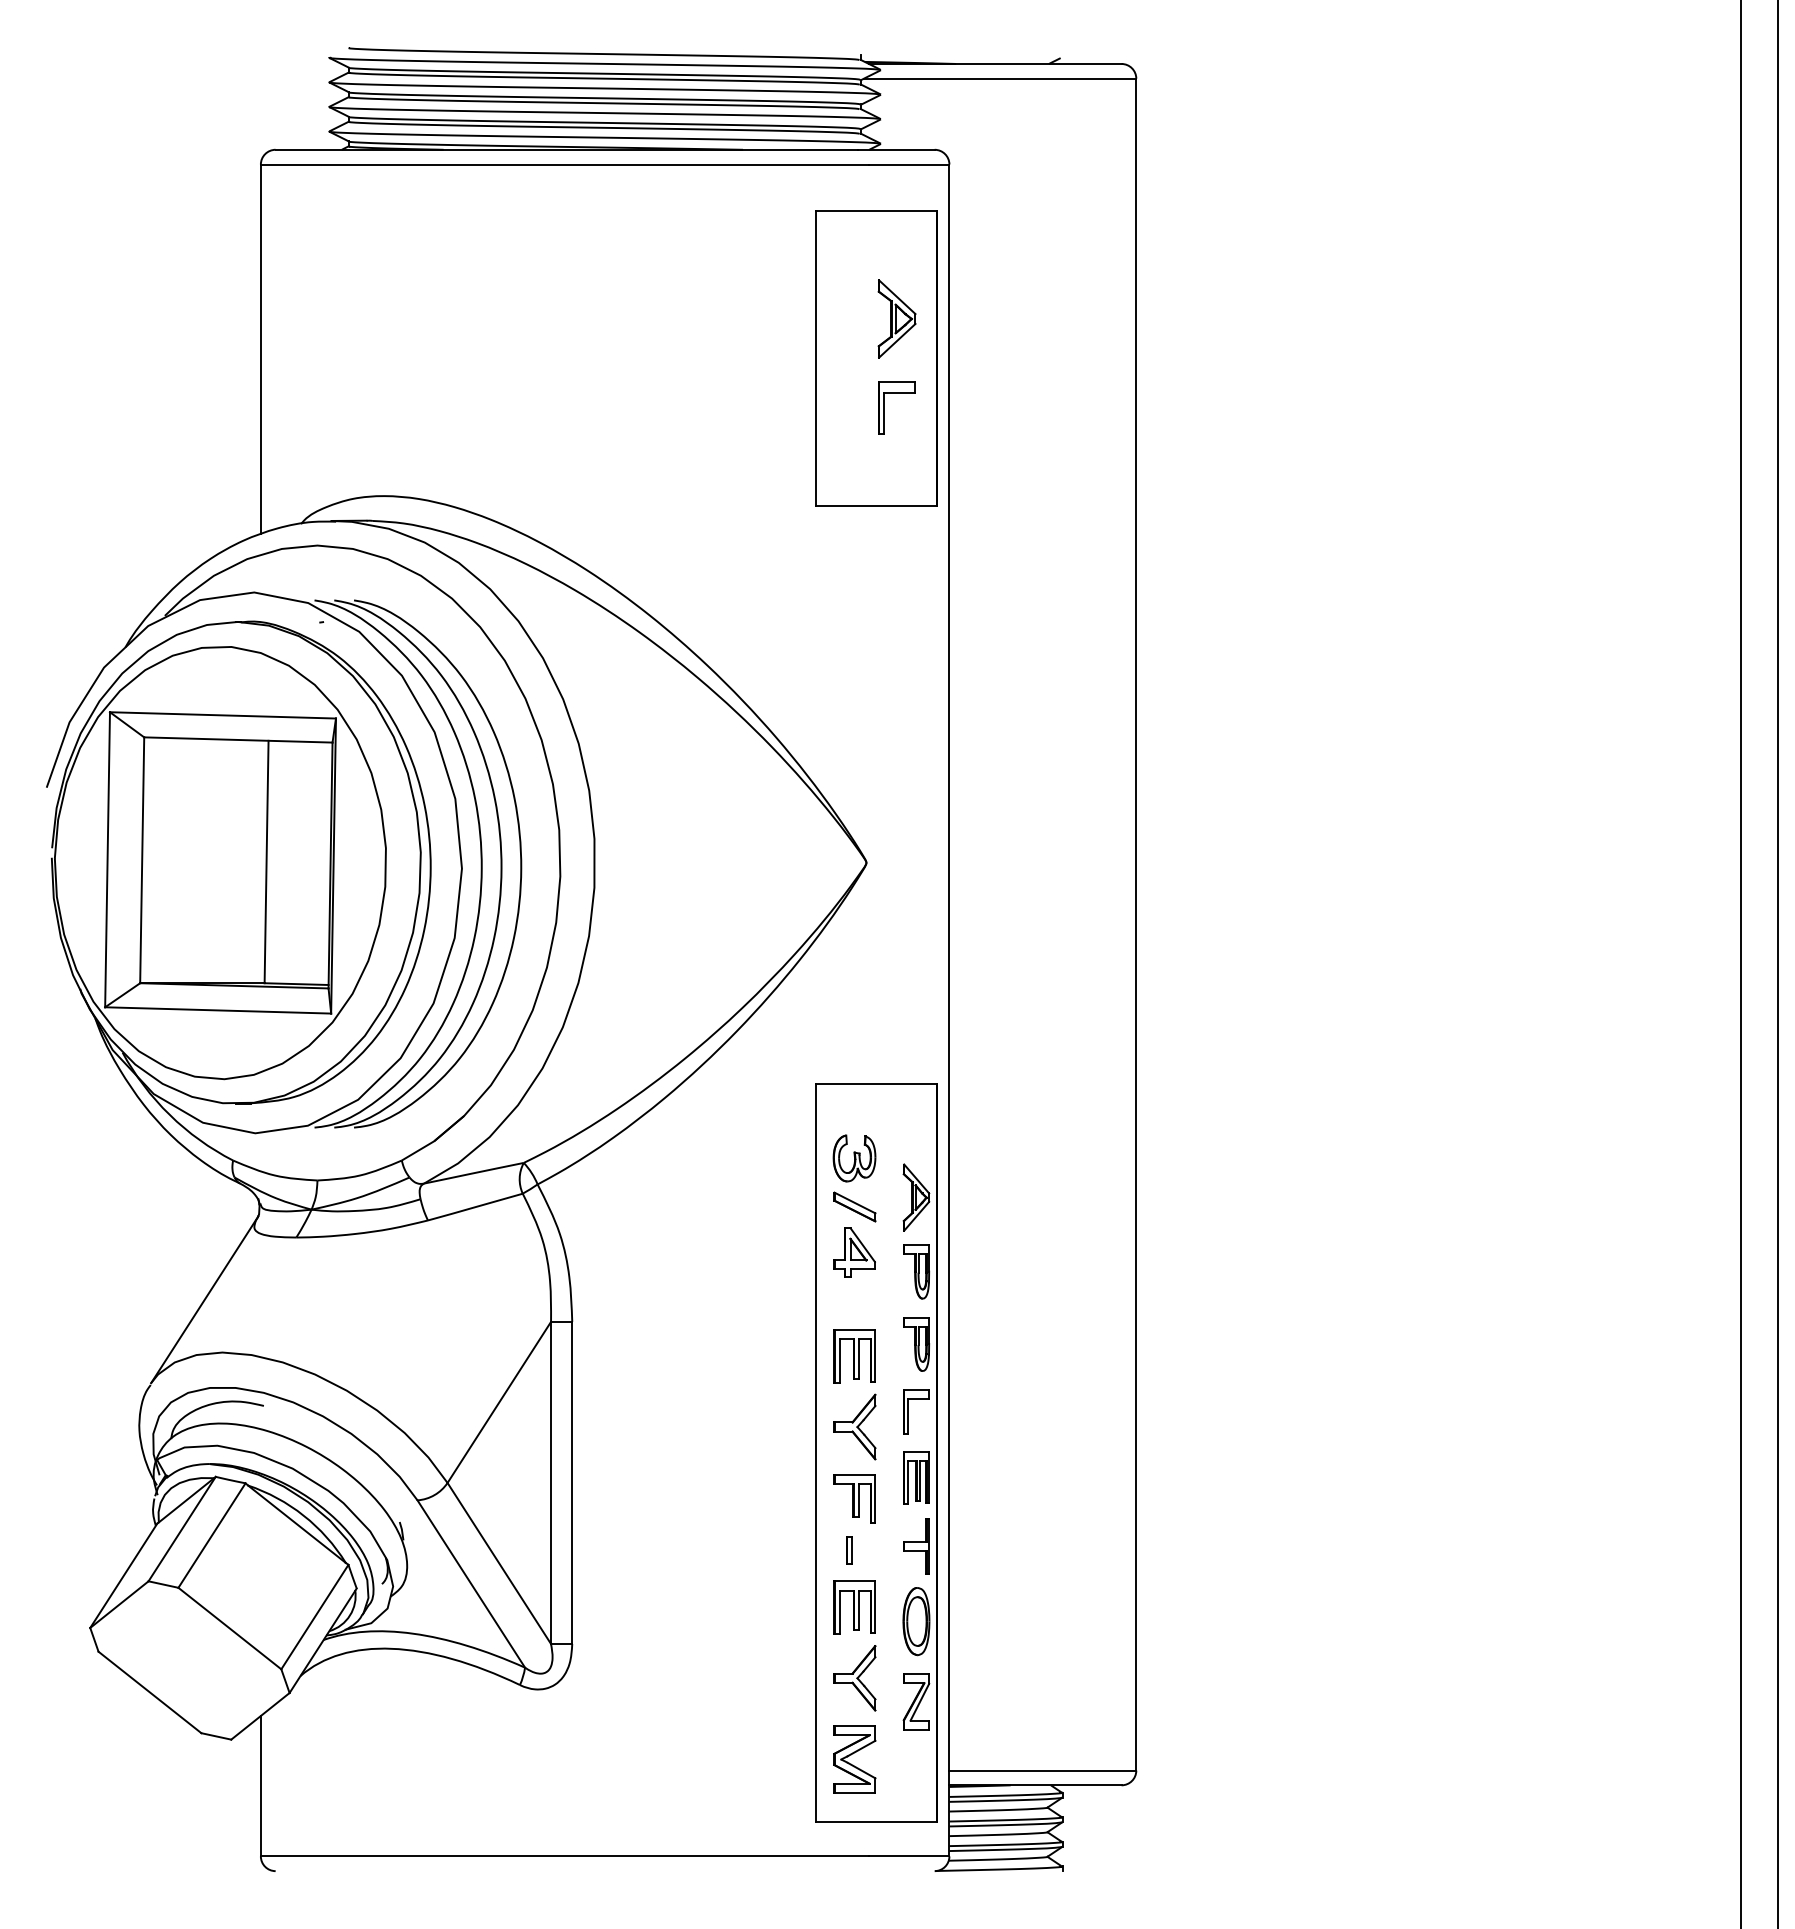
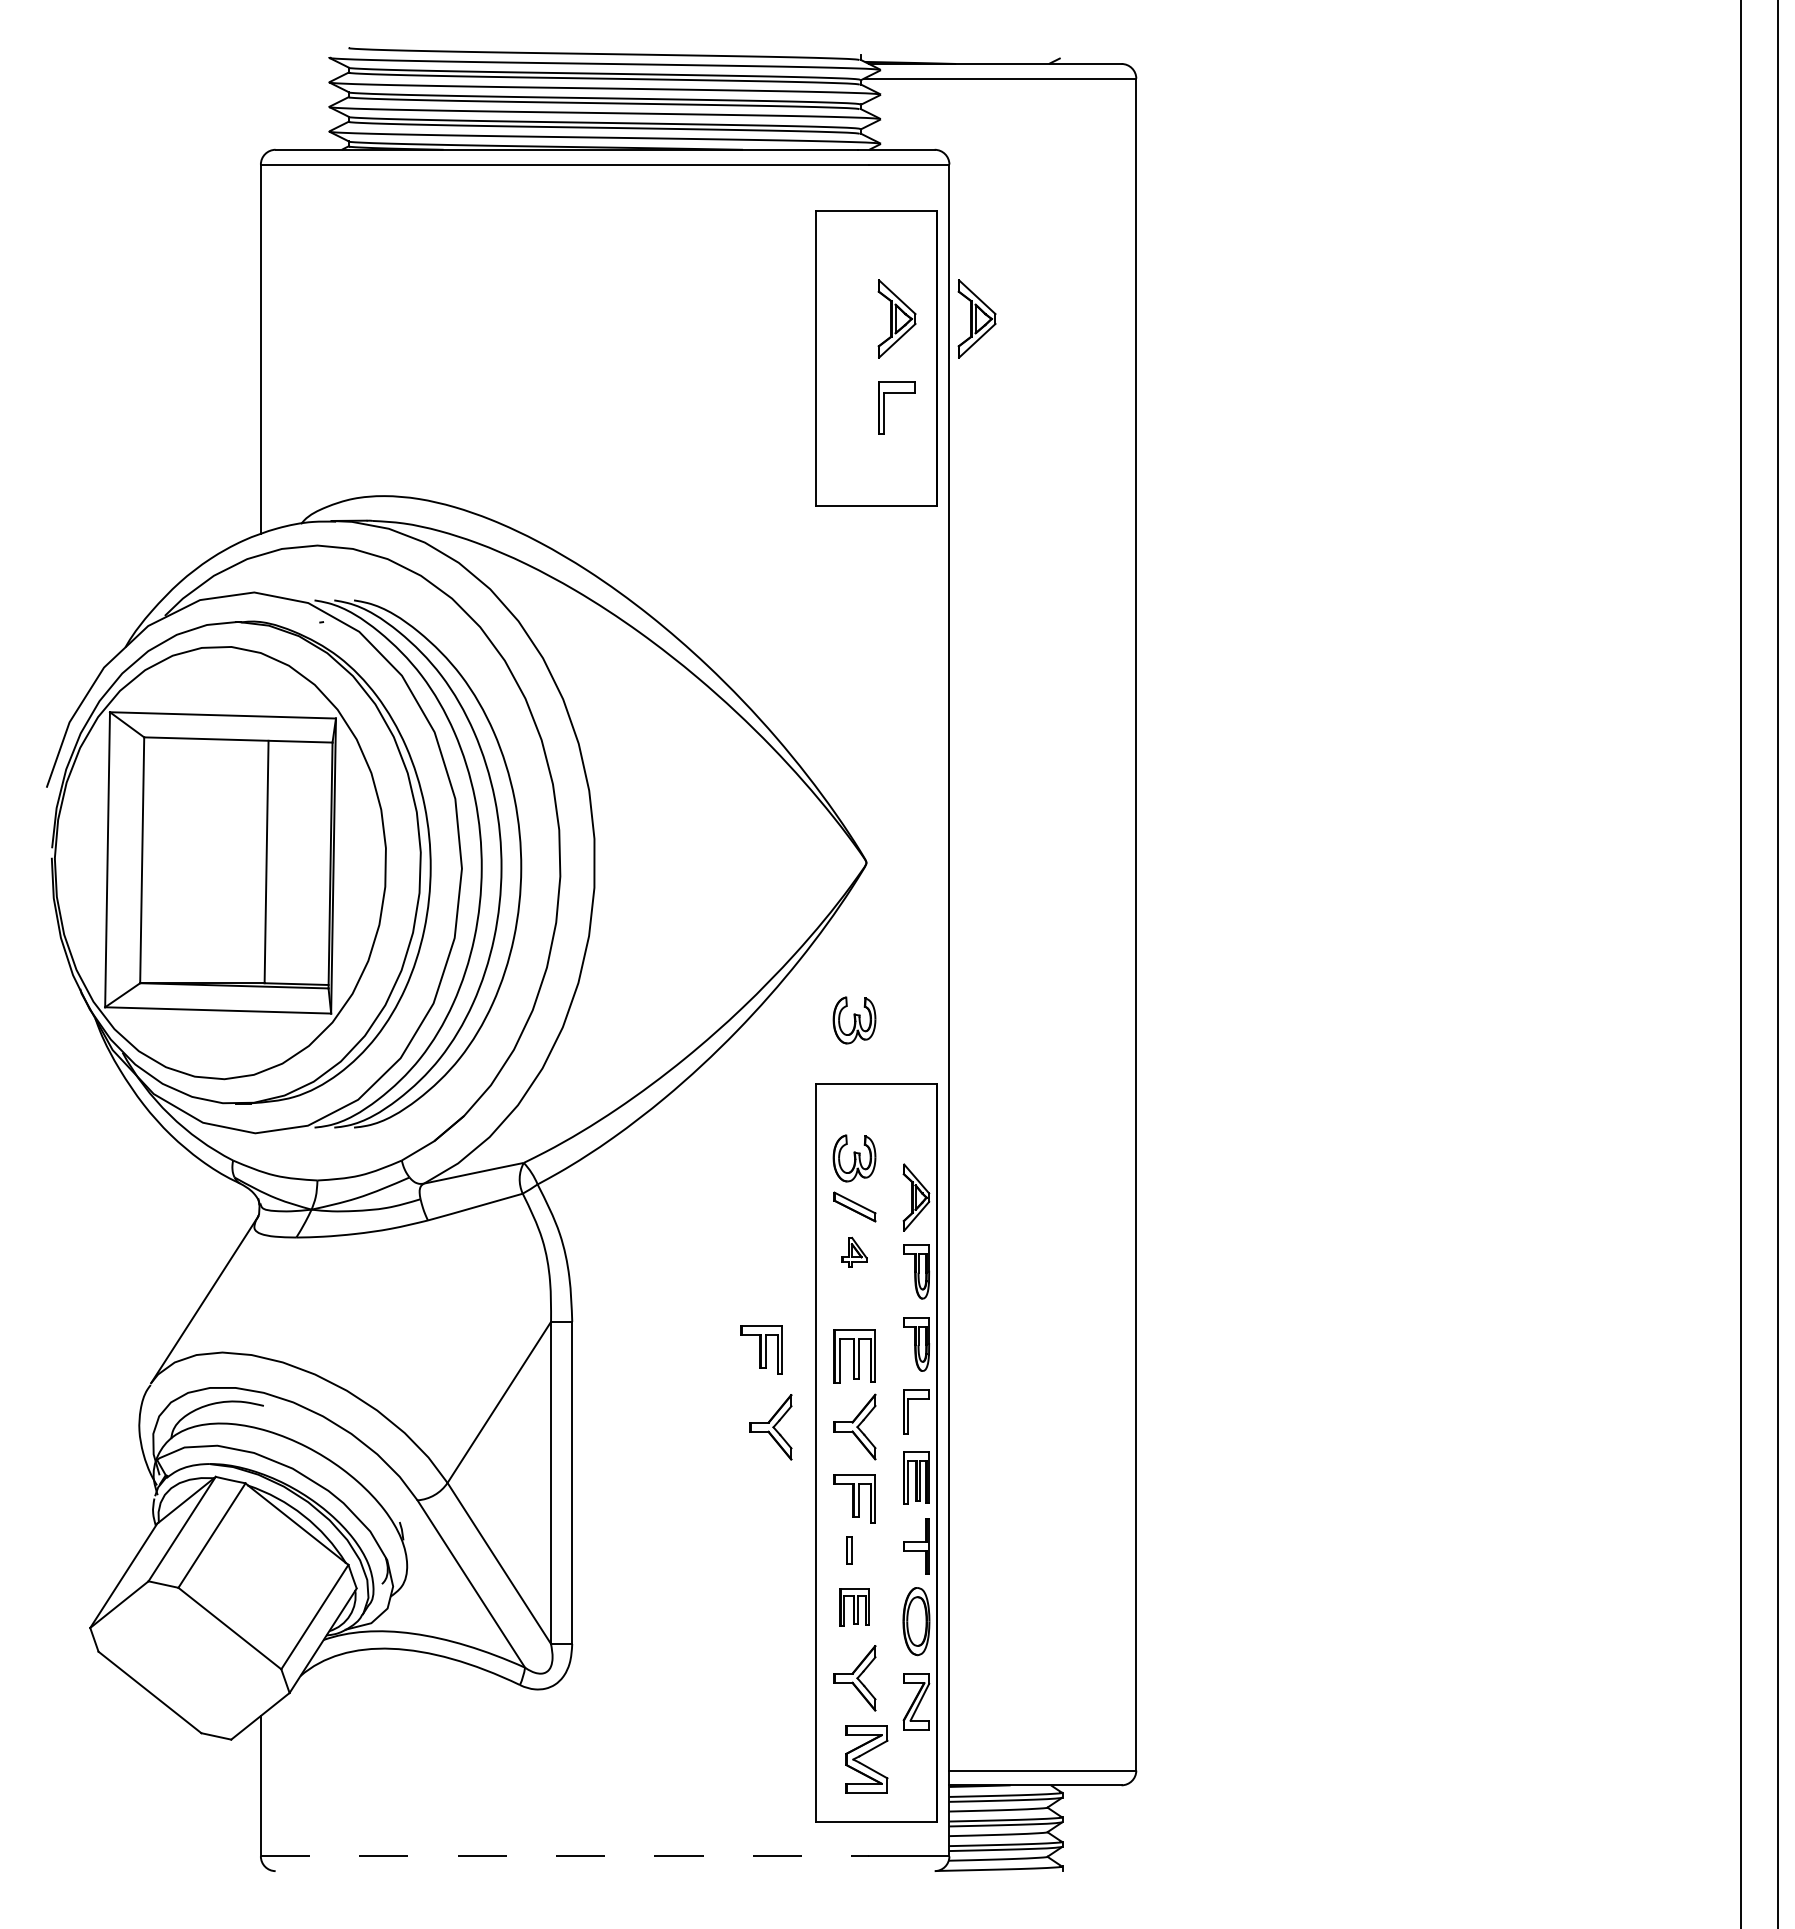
part at (976, 318): none -> present
part at (854, 1020): none -> present
part at (854, 1252) size: 43x51 px -> 27x32 px
part at (761, 1349): none -> present
part at (770, 1427): none -> present
part at (854, 1607) size: 43x55 px -> 31x39 px
part at (854, 1759) position: (854, 1759) -> (866, 1759)
line at (564, 1856): solid -> dashed
